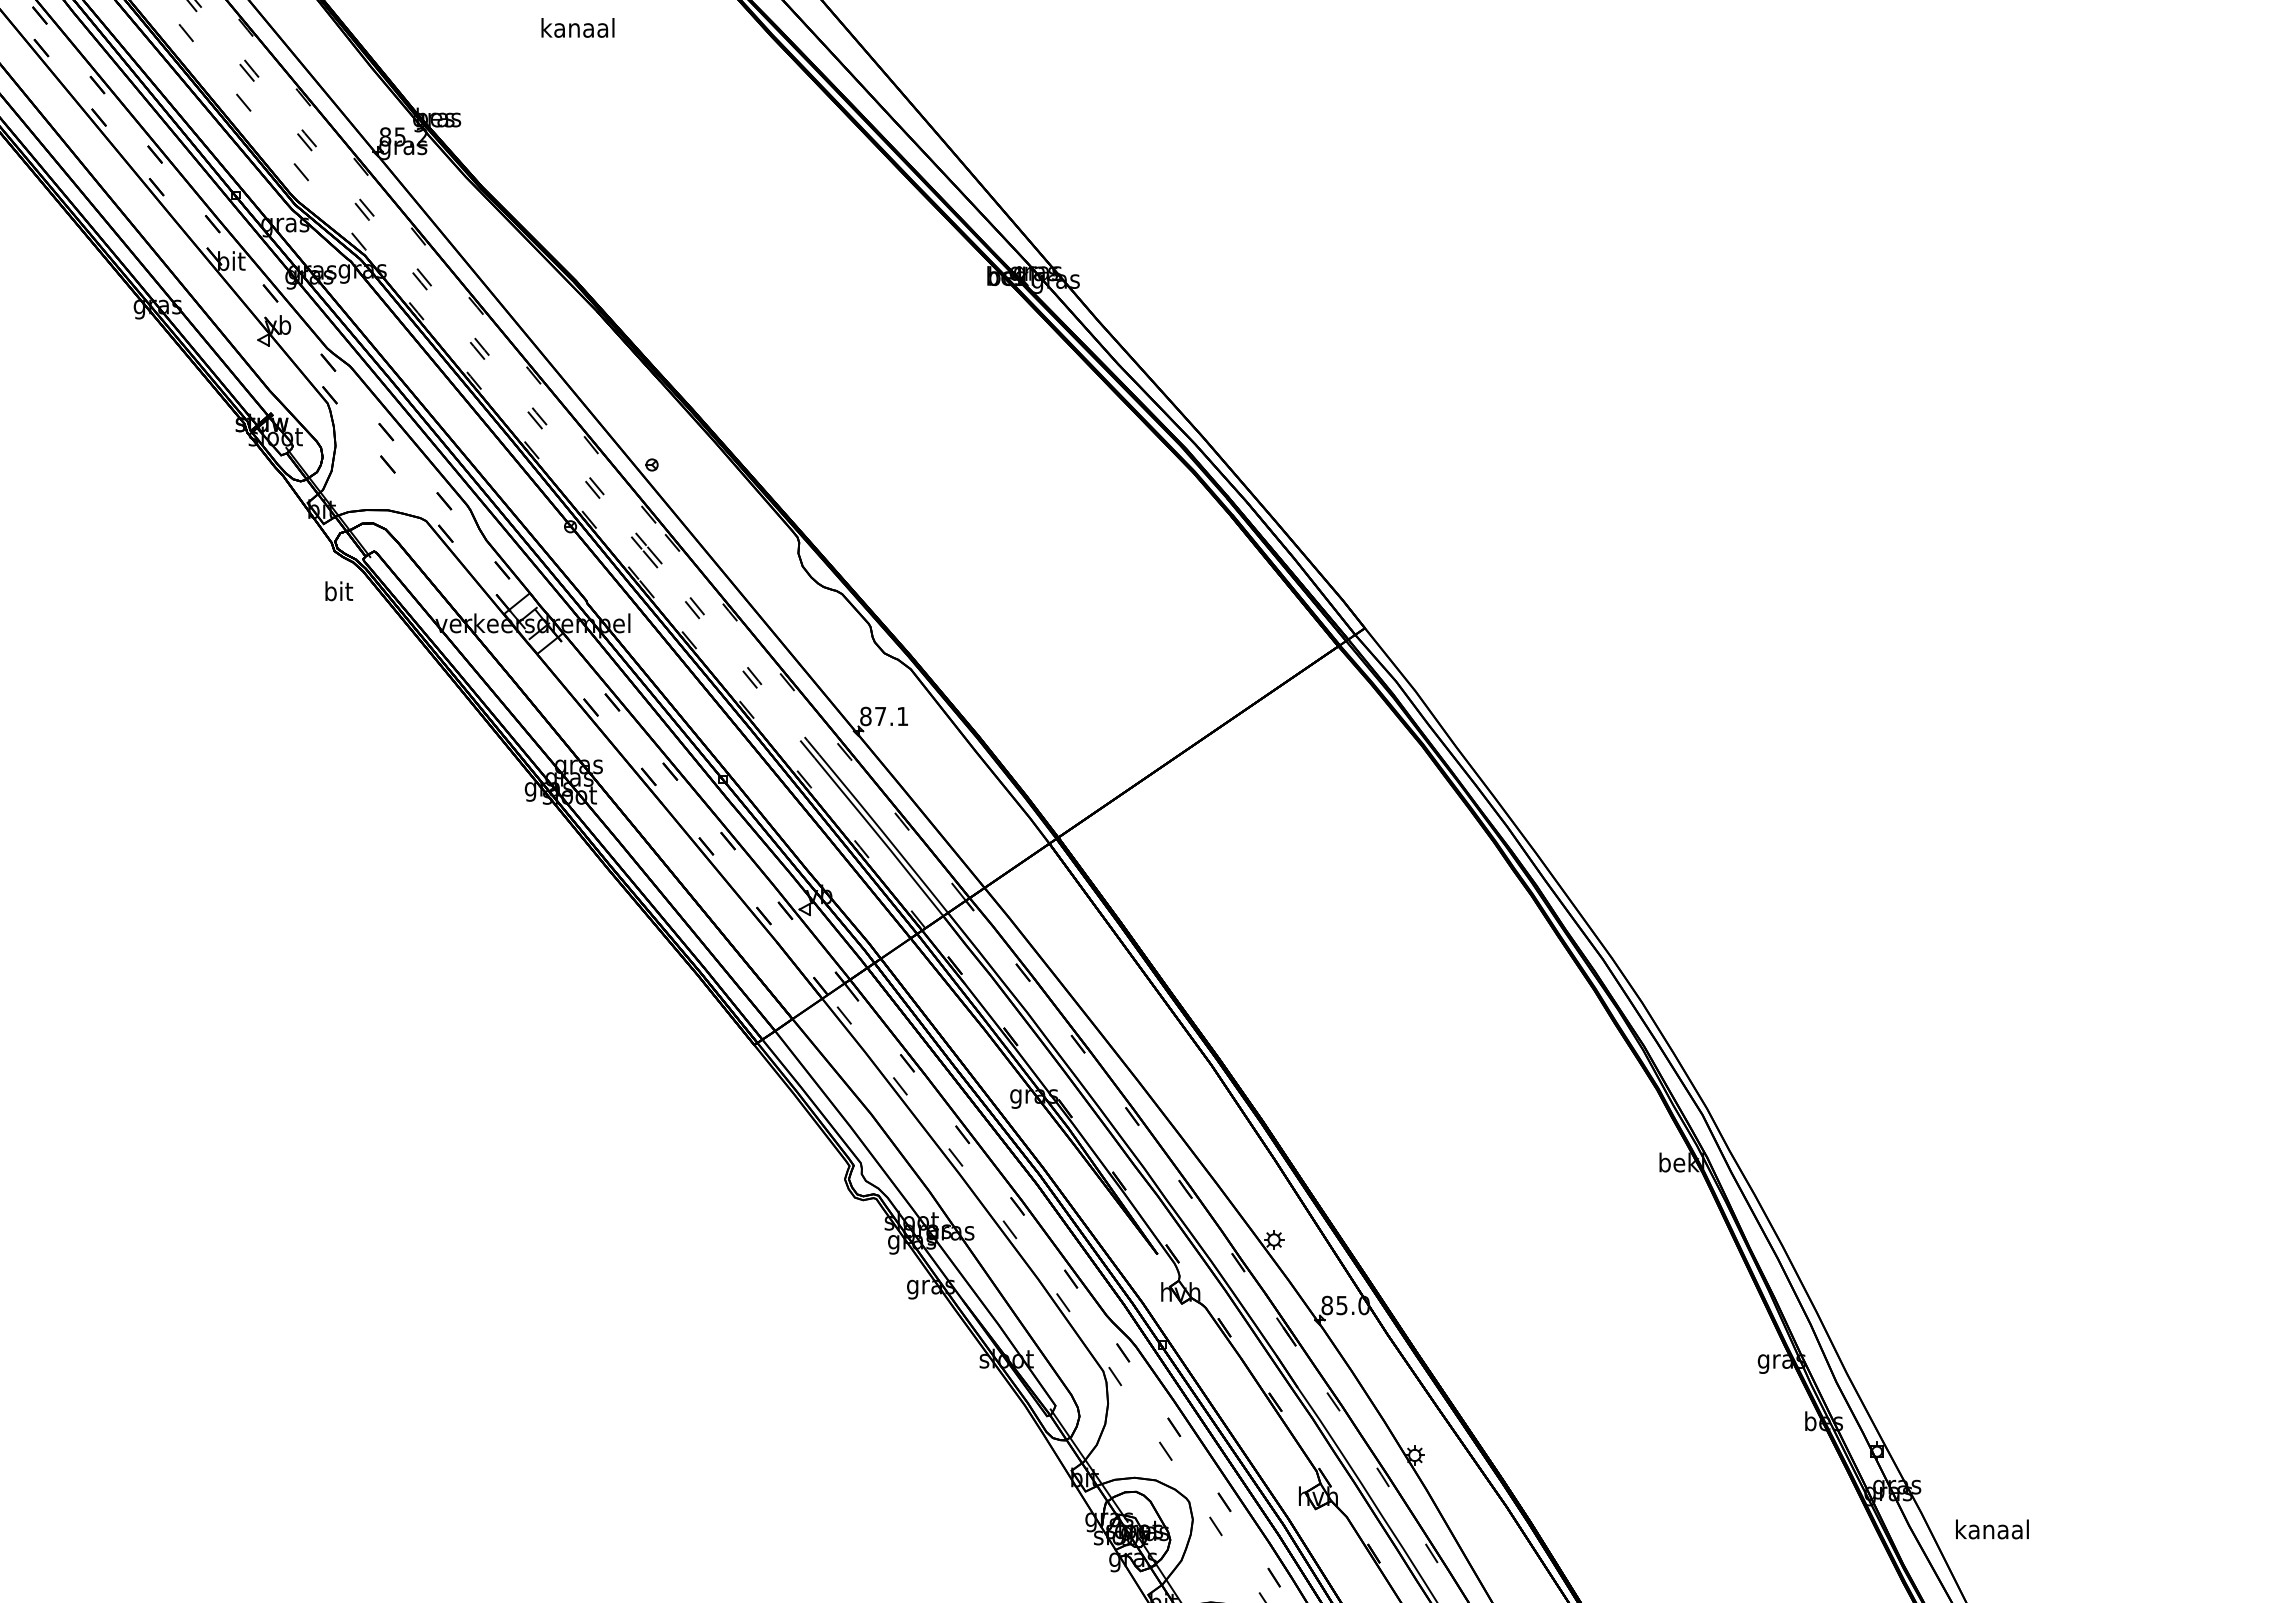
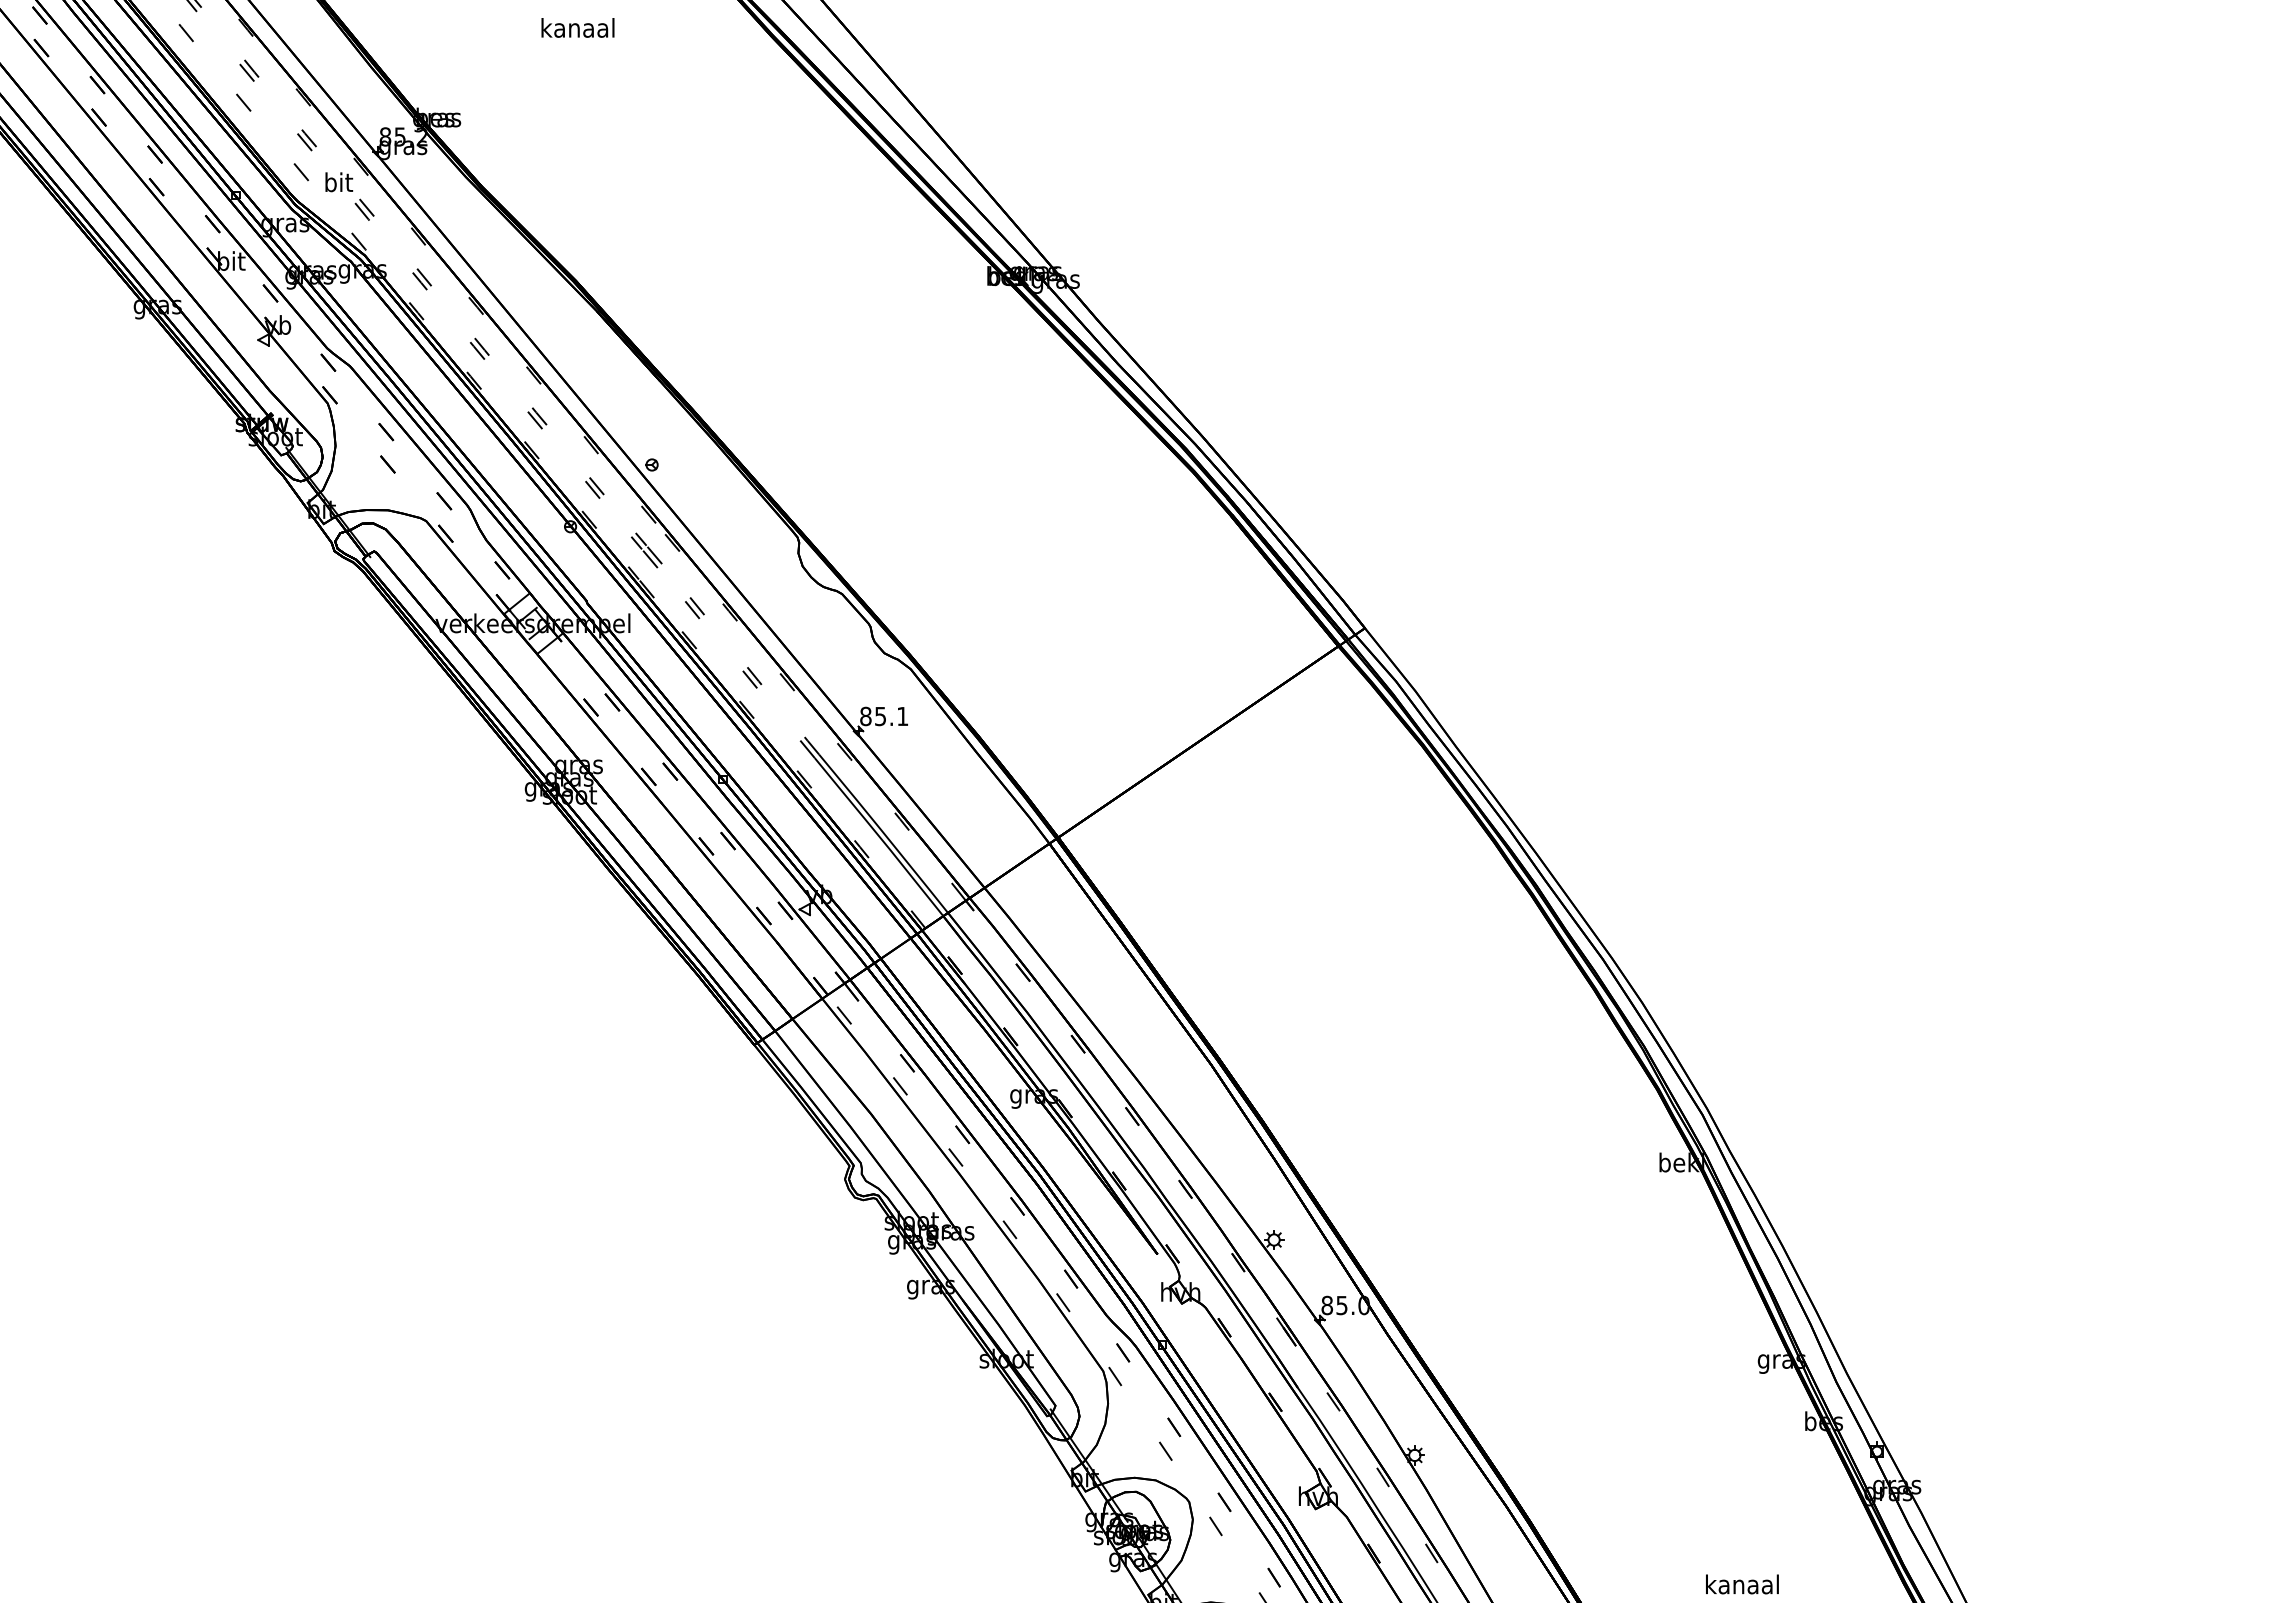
text at (339, 591) position: (339, 591) -> (339, 182)
text at (880, 716): 87.1 -> 85.1
text at (1992, 1529) position: (1992, 1529) -> (1742, 1584)
